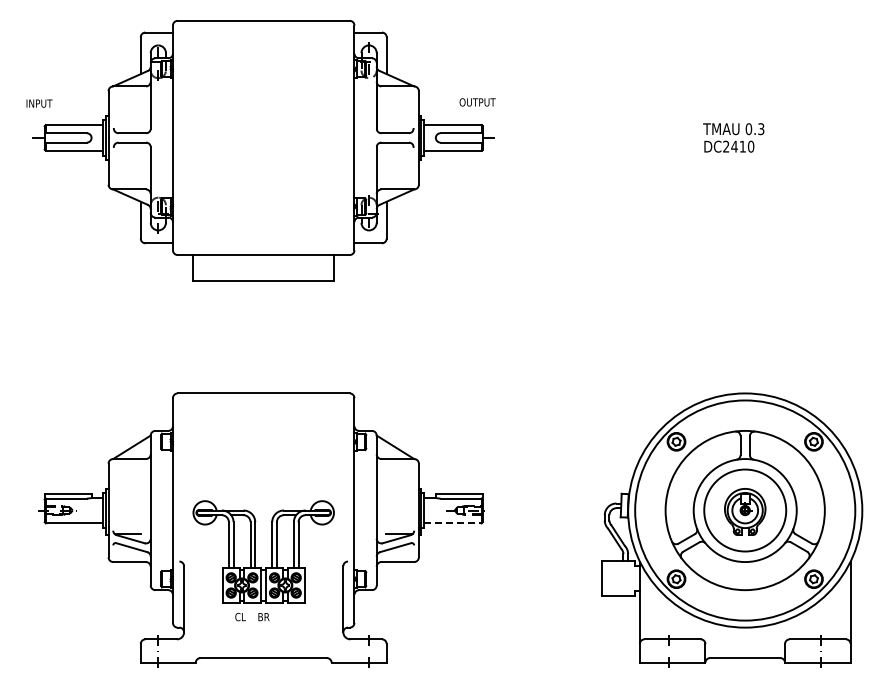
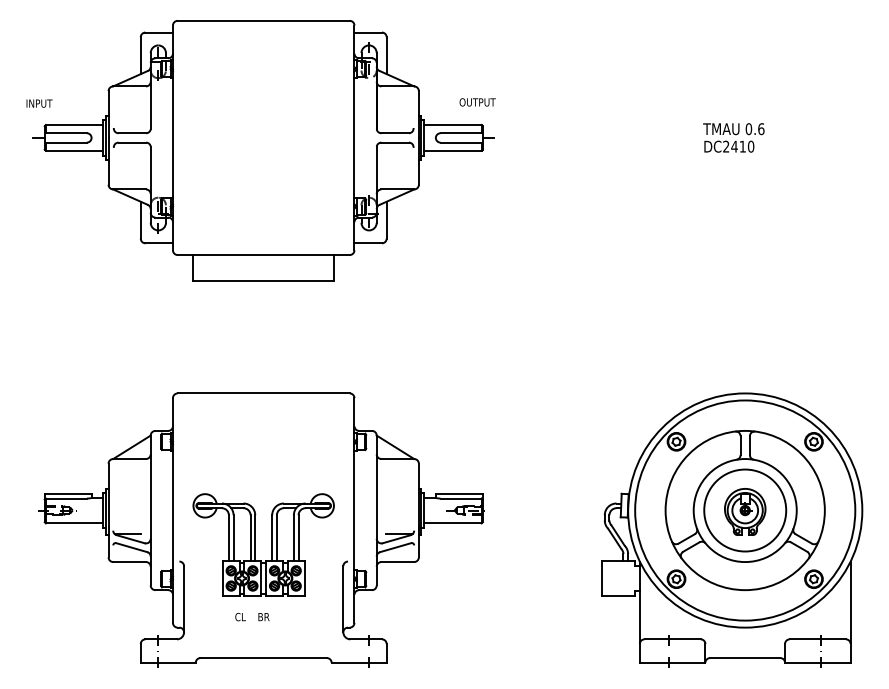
text at (761, 129): 0.3 -> 0.6
line at (452, 523): dashed -> solid
part at (255, 551) position: (255, 551) -> (255, 544)
